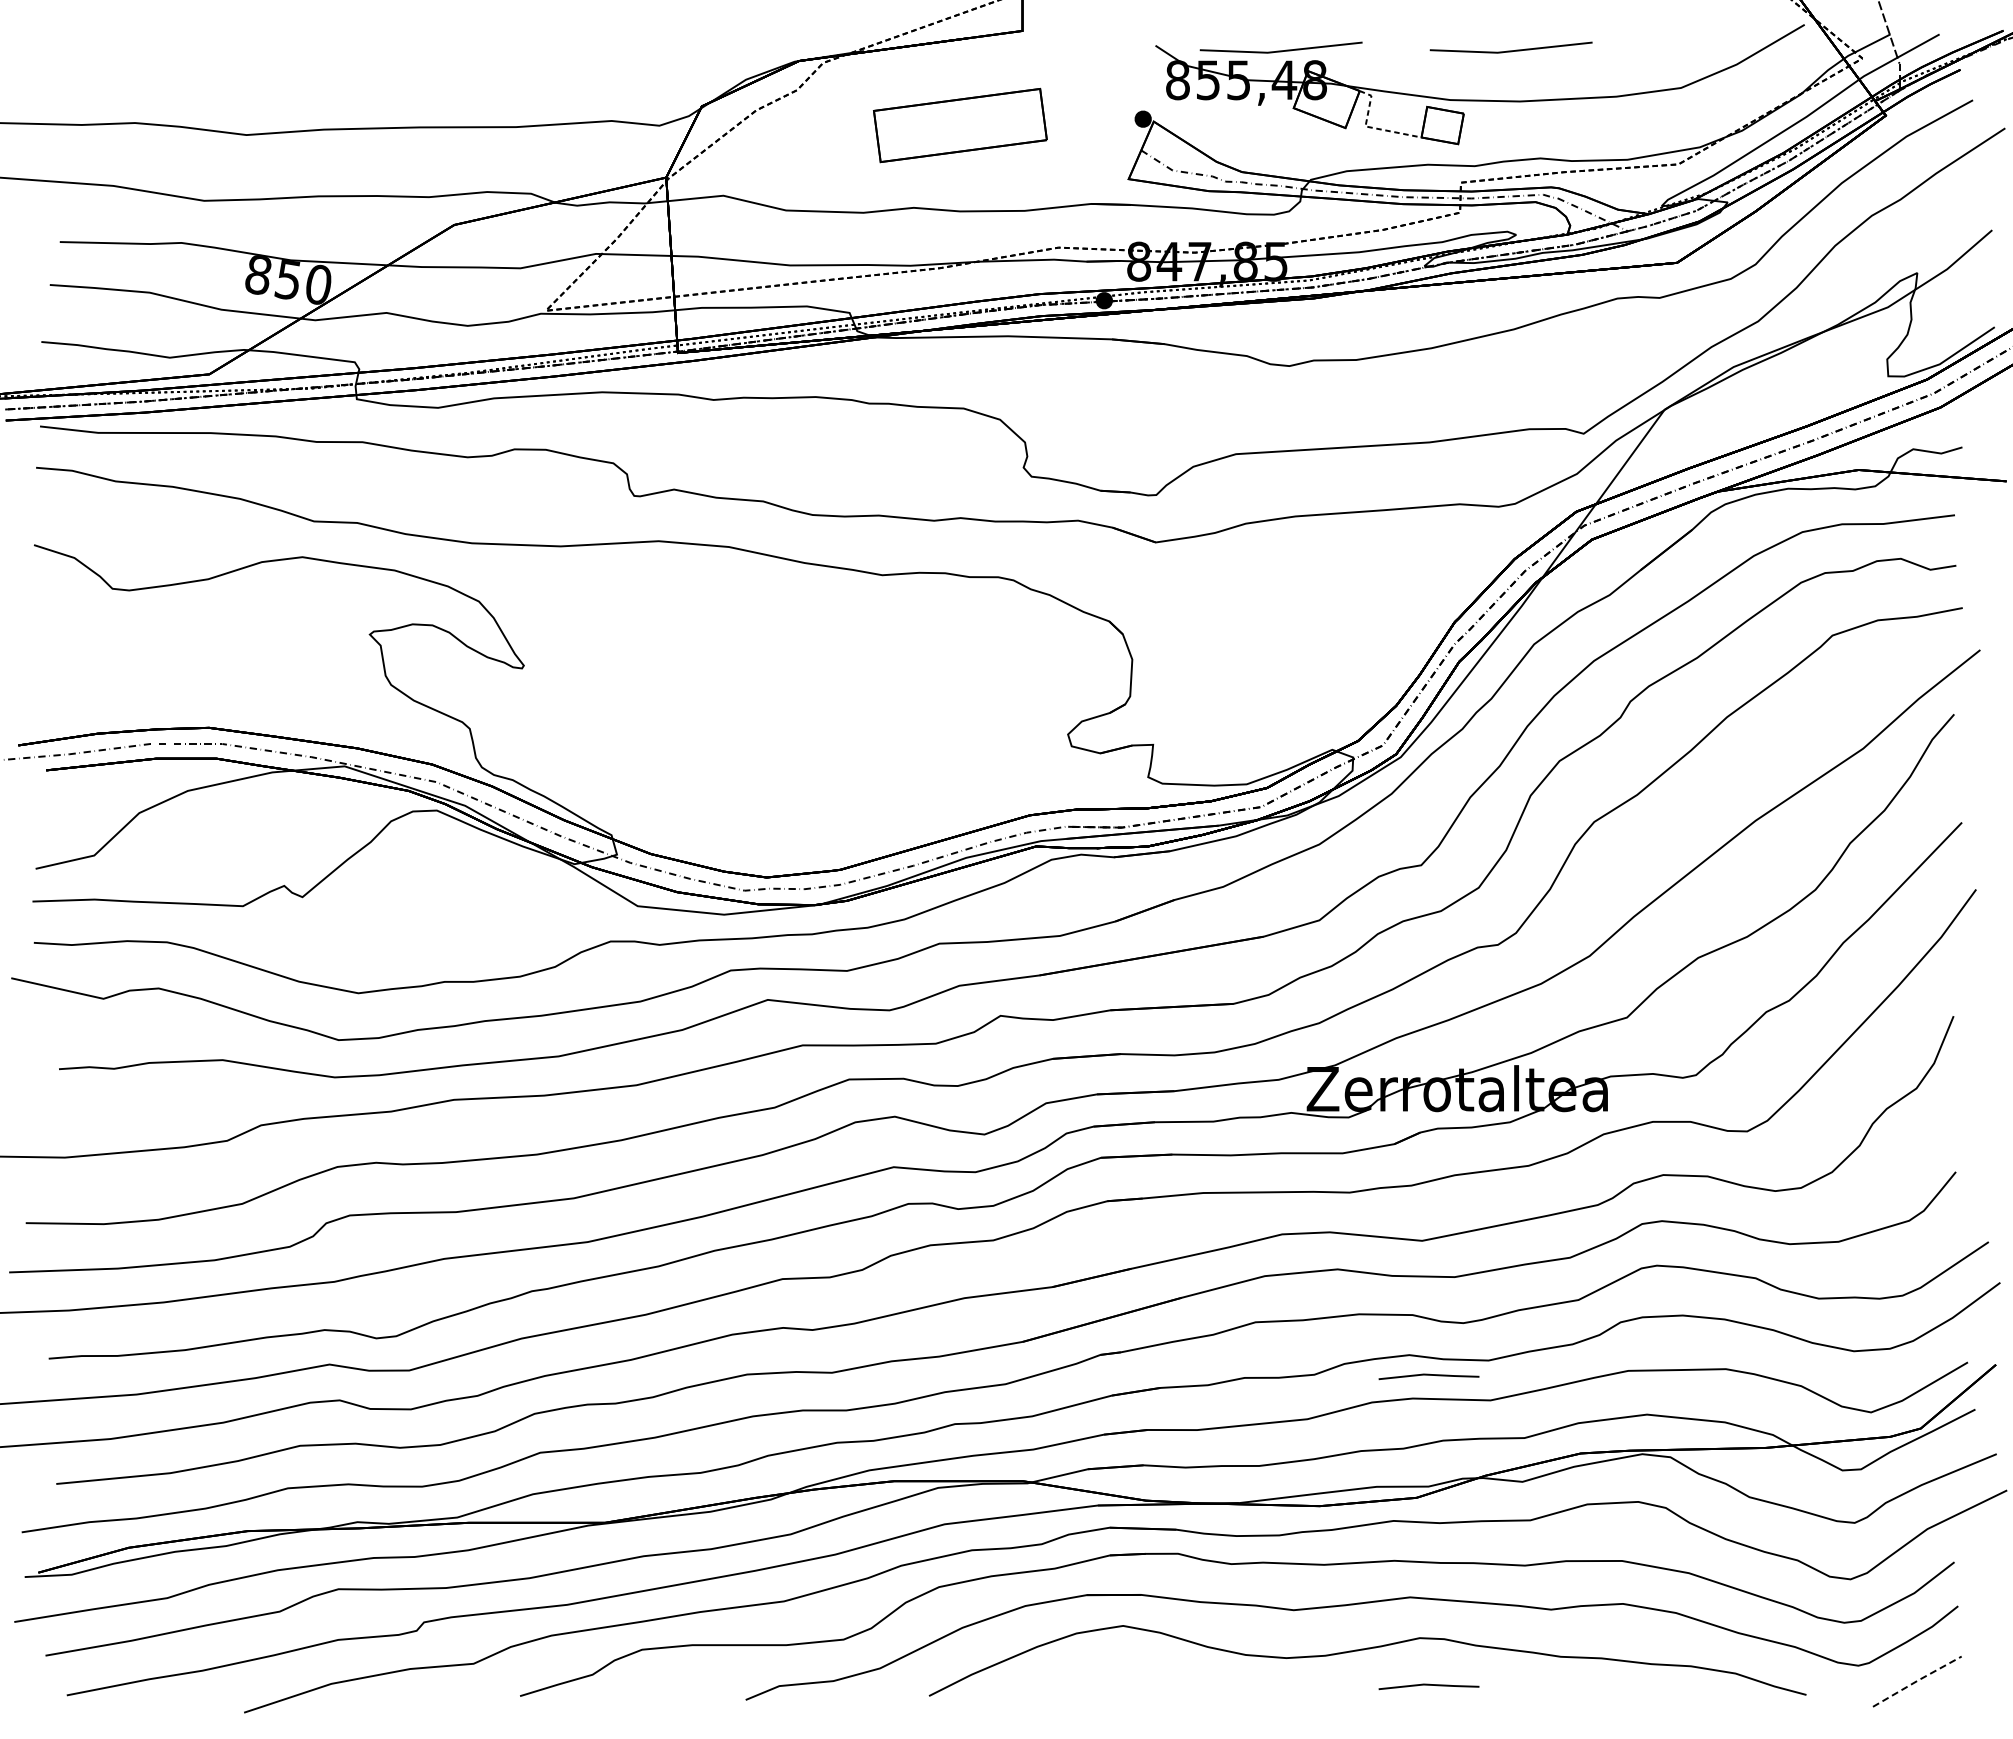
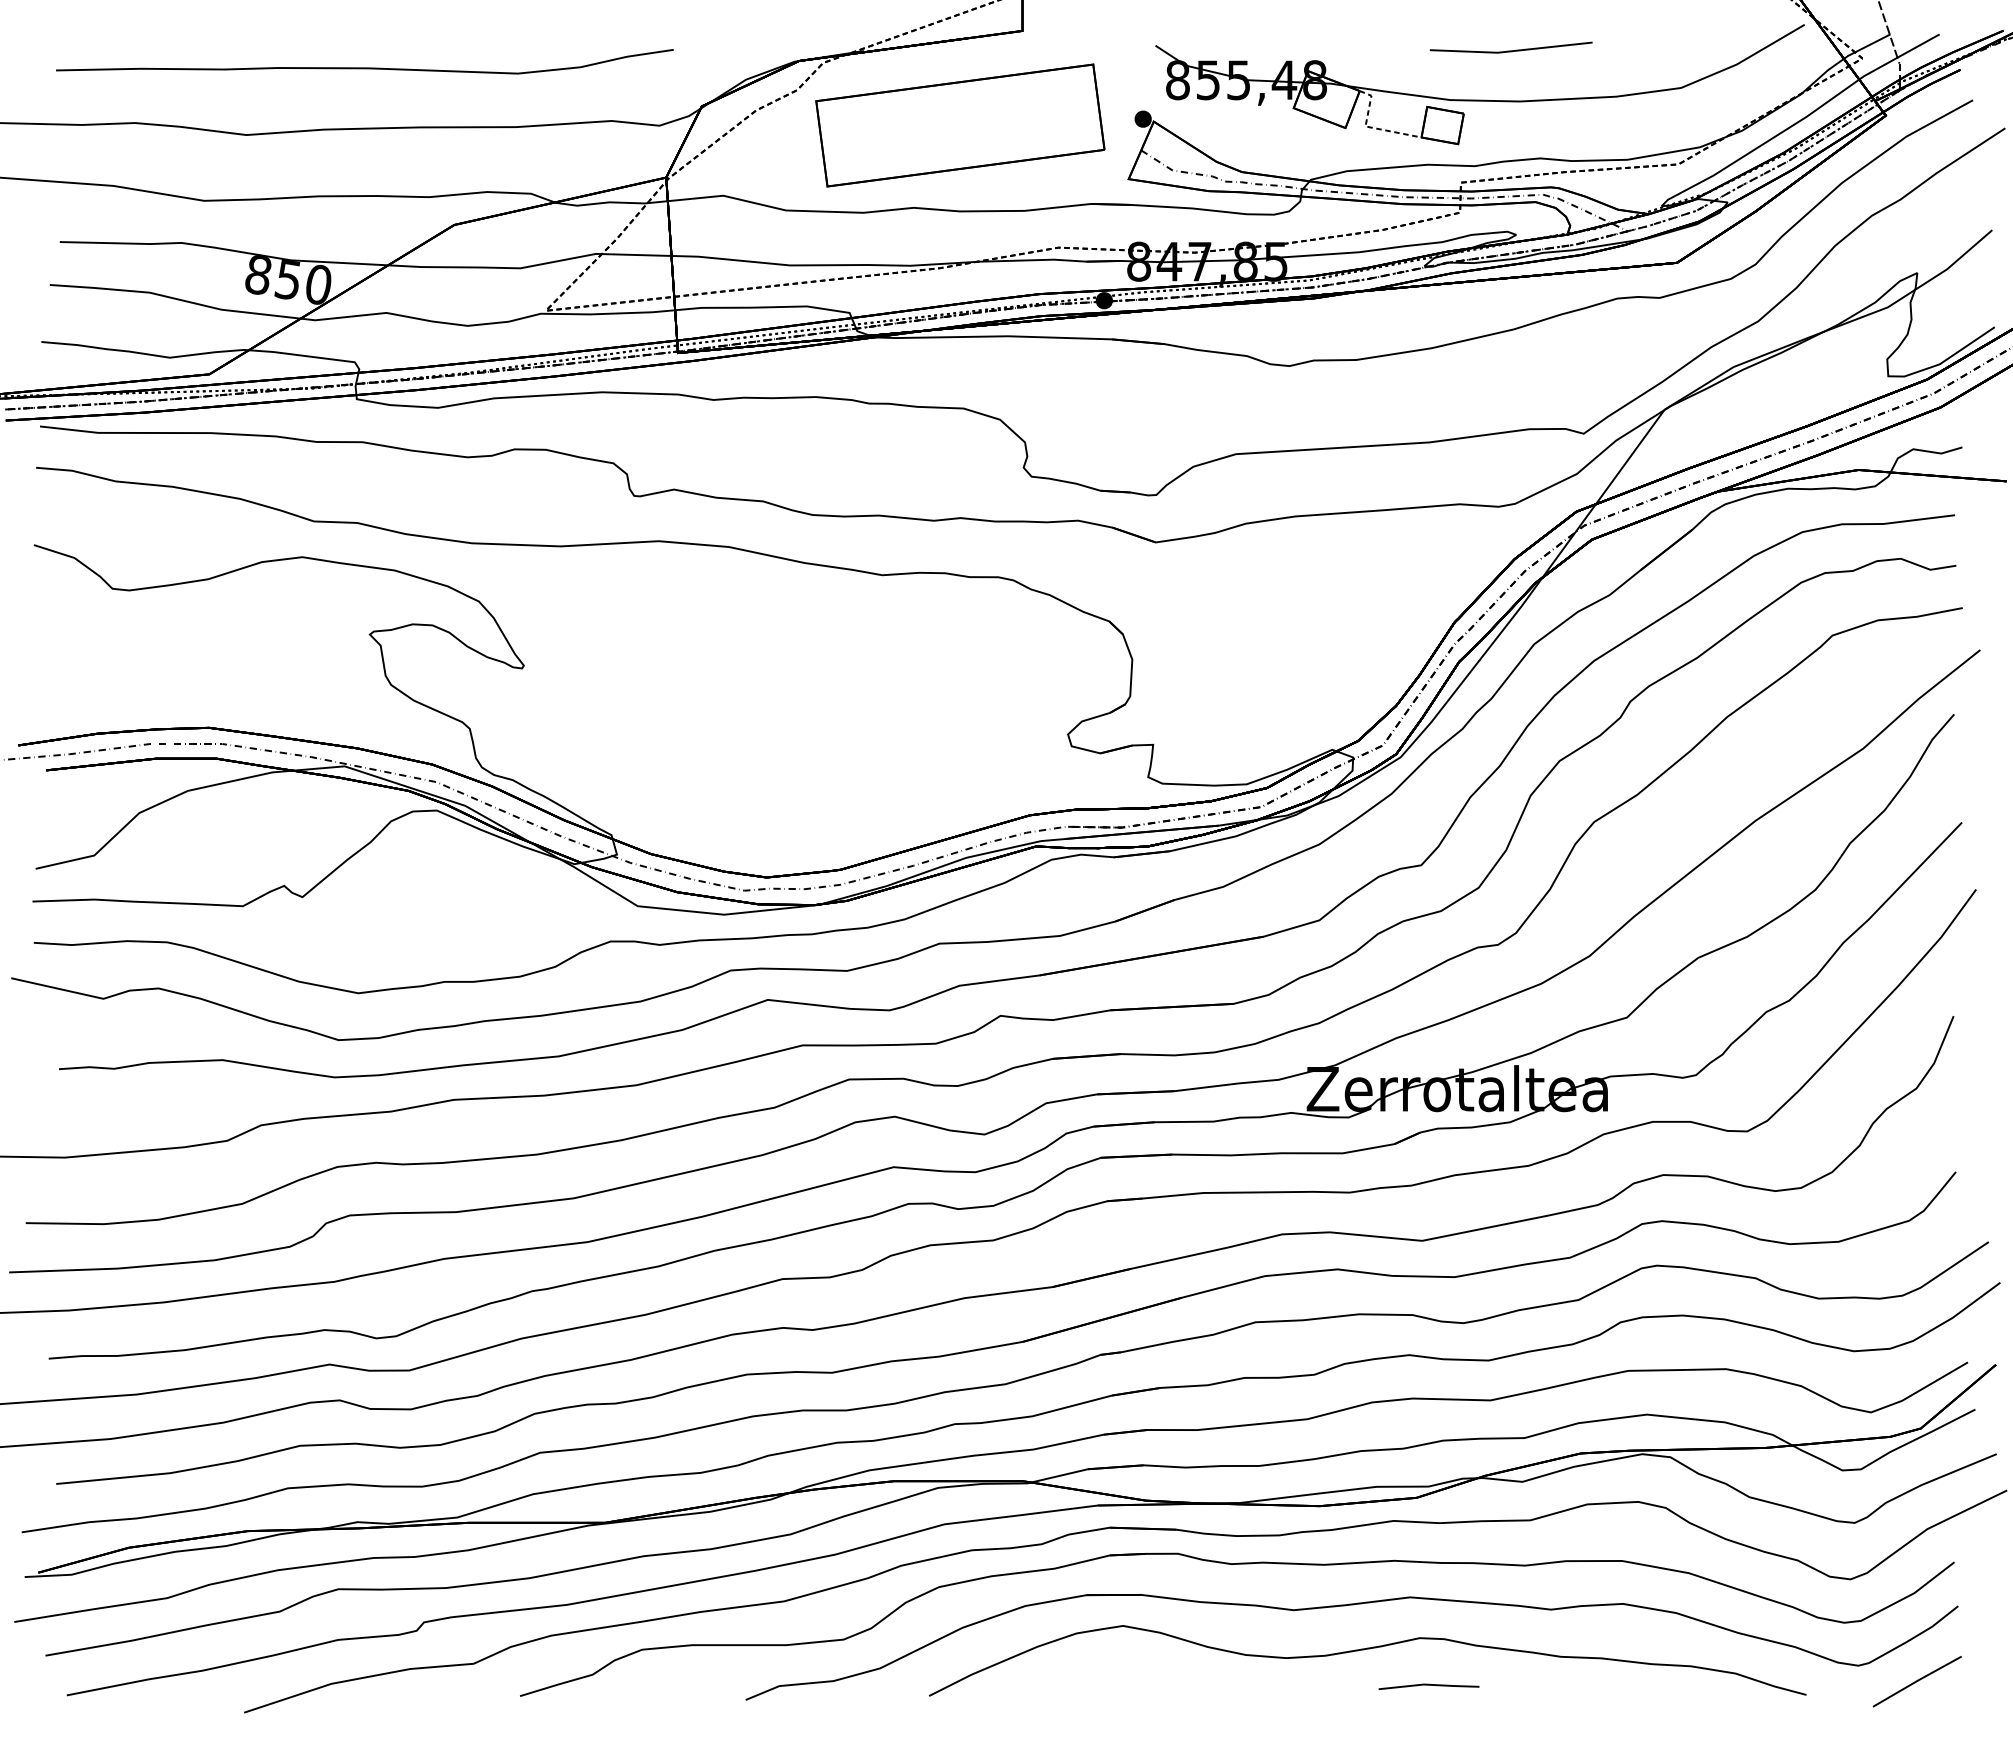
line at (1280, 50): present -> none
curve at (364, 67): none -> present
part at (960, 125) size: 175x77 px -> 291x125 px
line at (1428, 1375): present -> none
line at (1917, 1680): dashed -> solid
